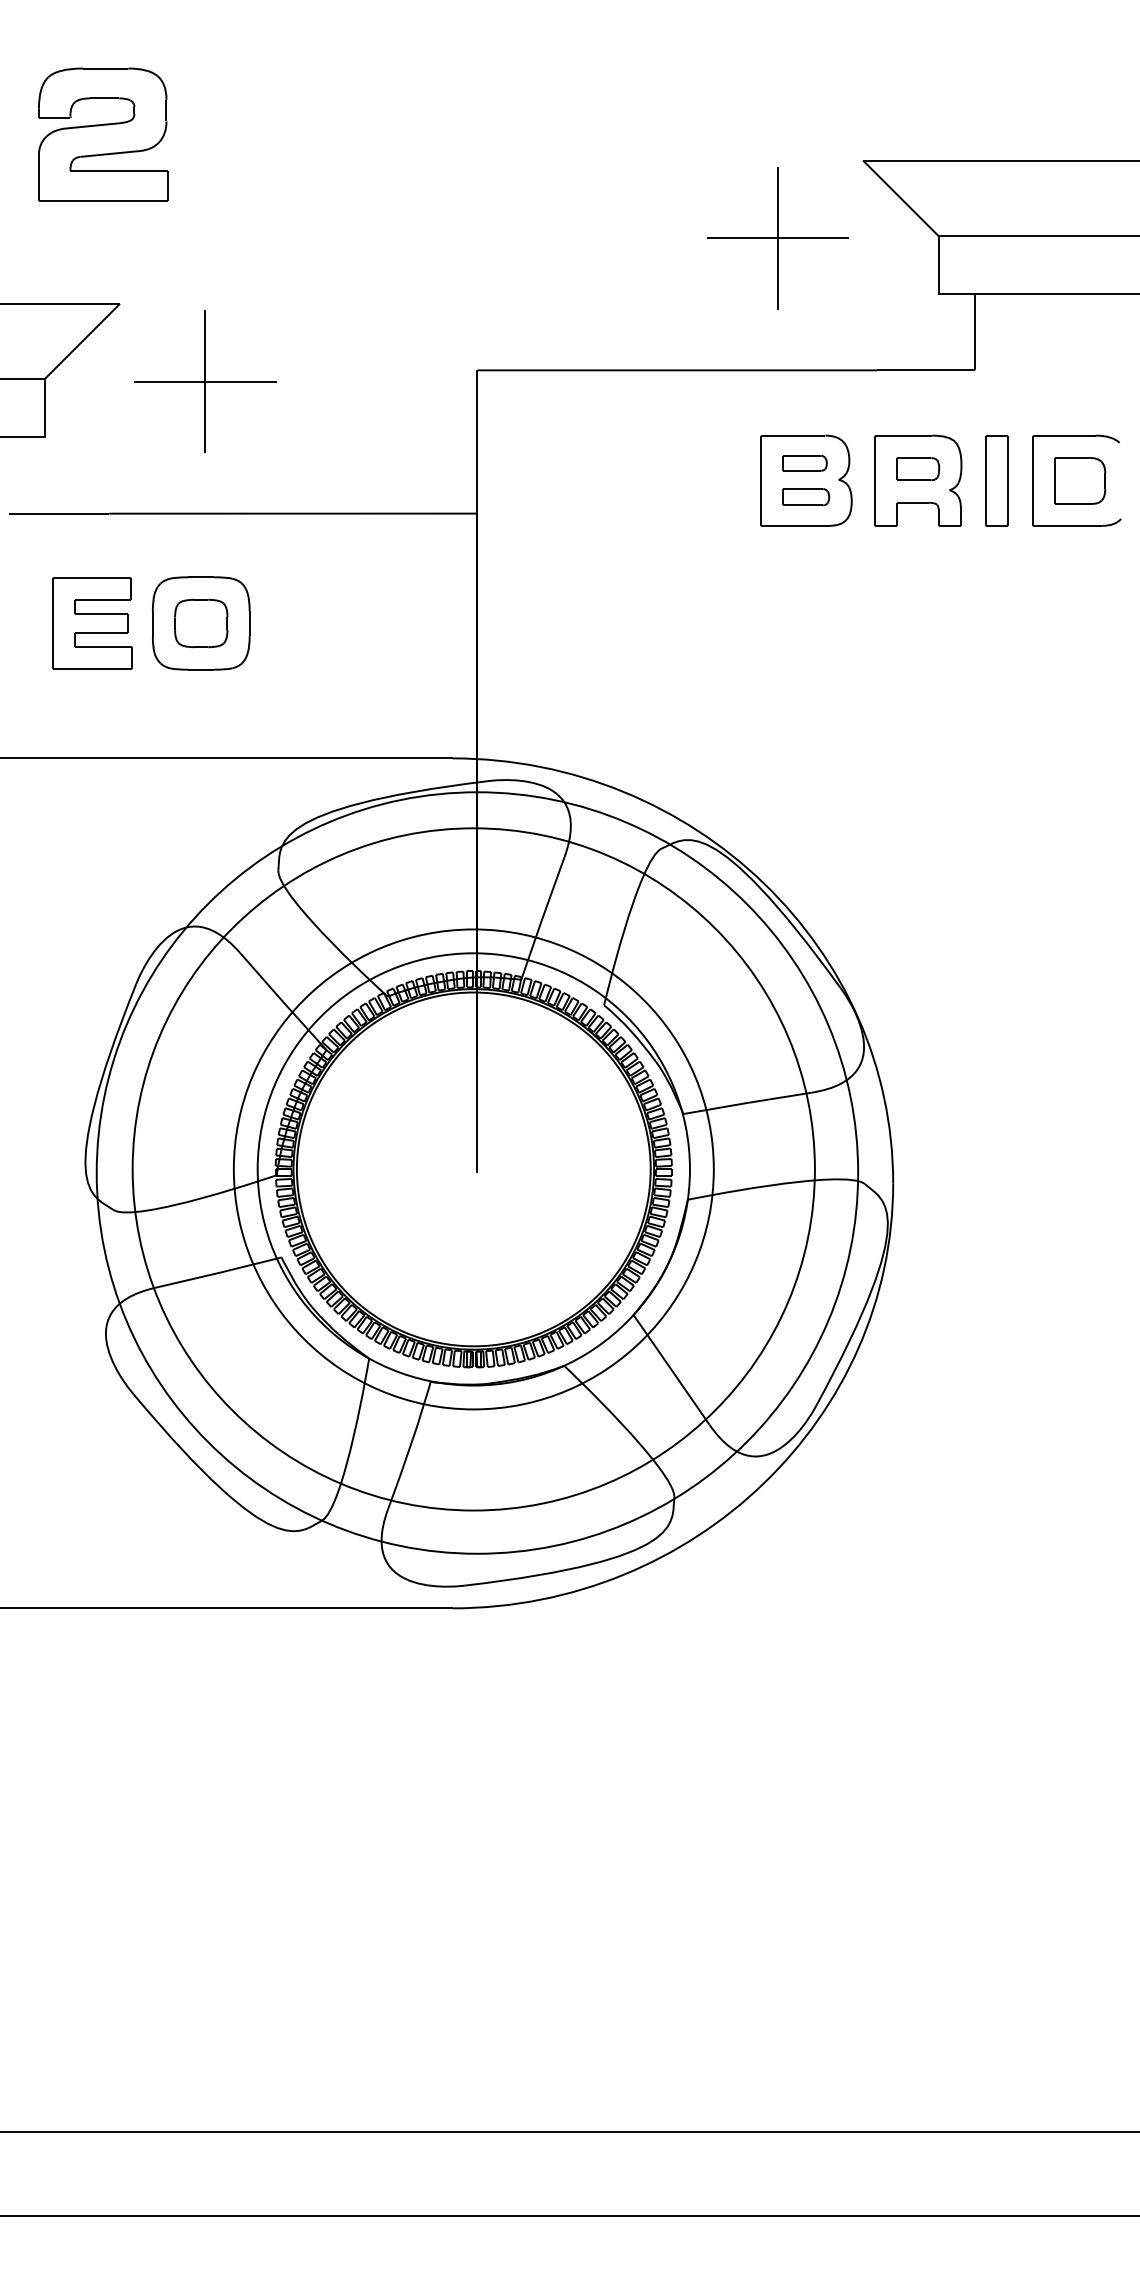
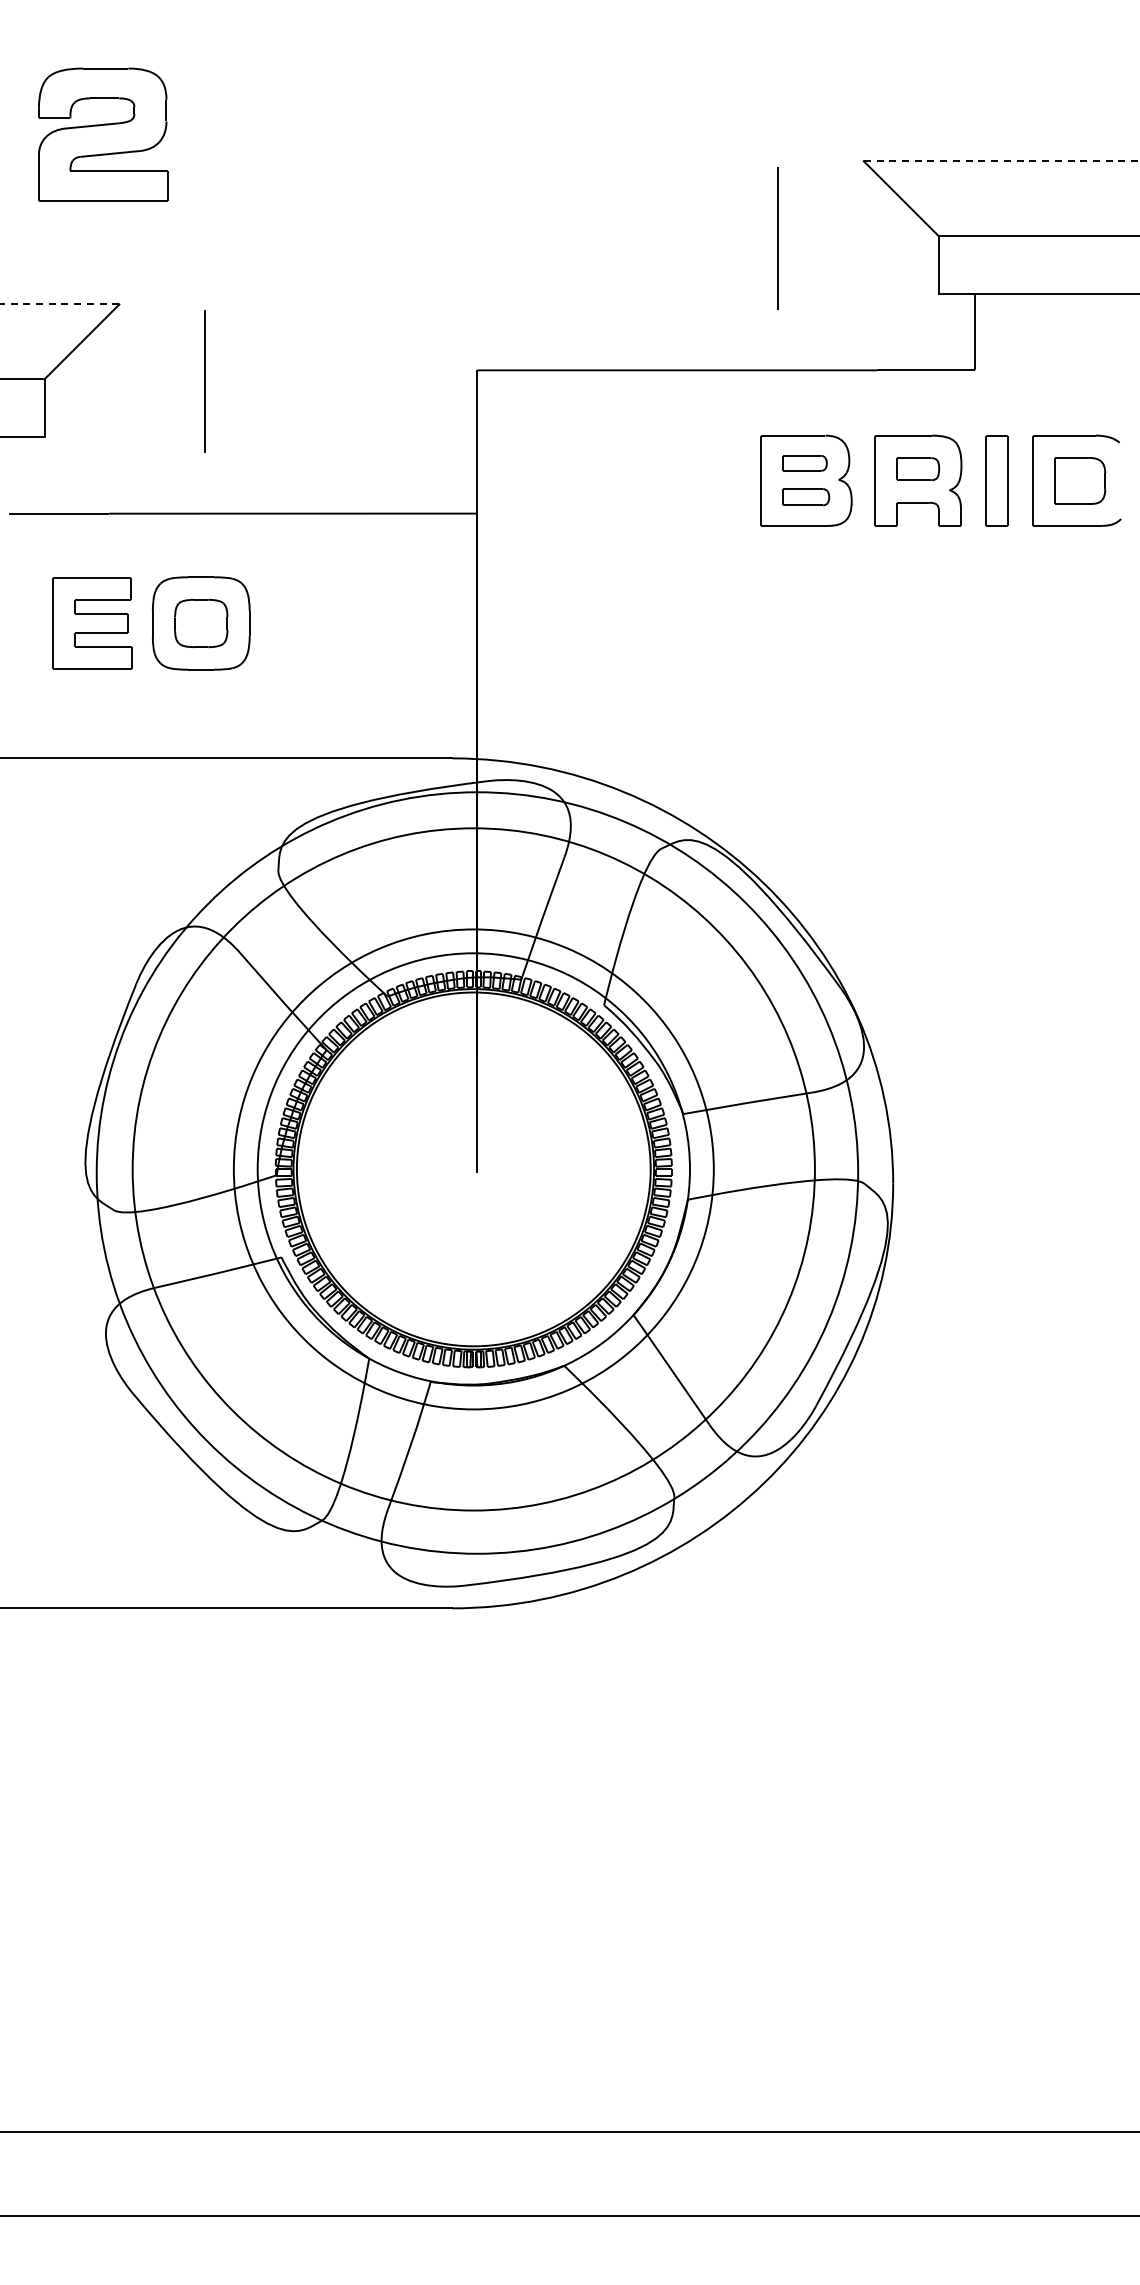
line at (1001, 161): solid -> dashed
line at (777, 238): present -> none
line at (59, 304): solid -> dashed
line at (204, 381): present -> none
